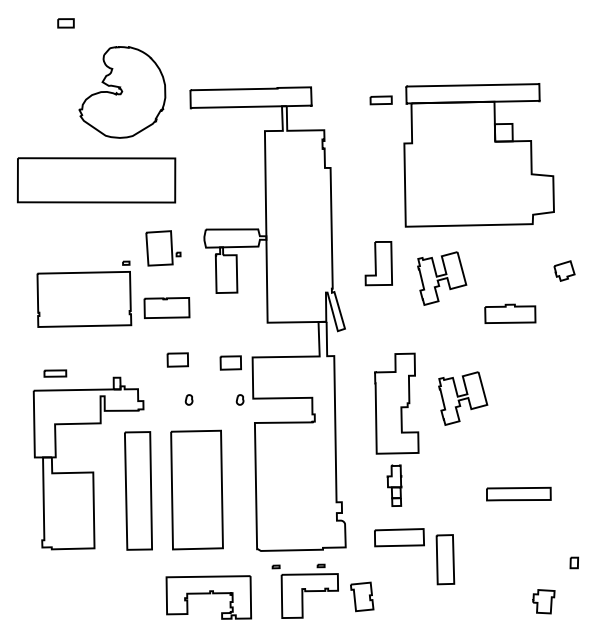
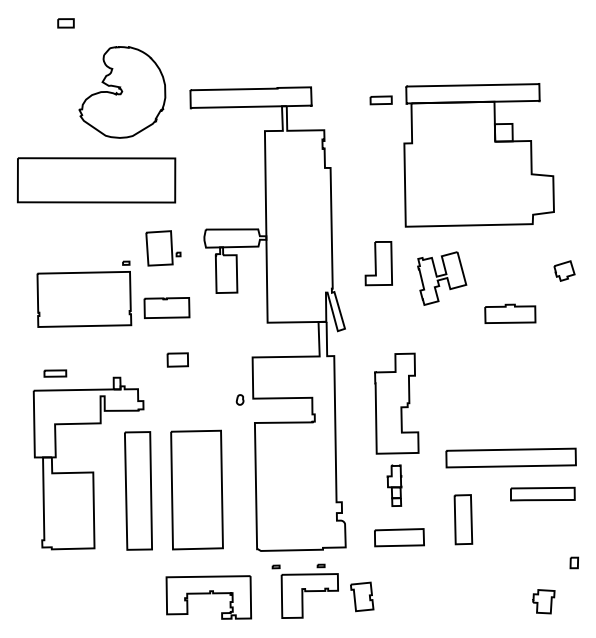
part at (230, 362): present -> none
part at (463, 398): present -> none
part at (188, 399): present -> none
part at (510, 457): none -> present
part at (518, 493) position: (518, 493) -> (542, 493)
part at (445, 559) position: (445, 559) -> (463, 519)
